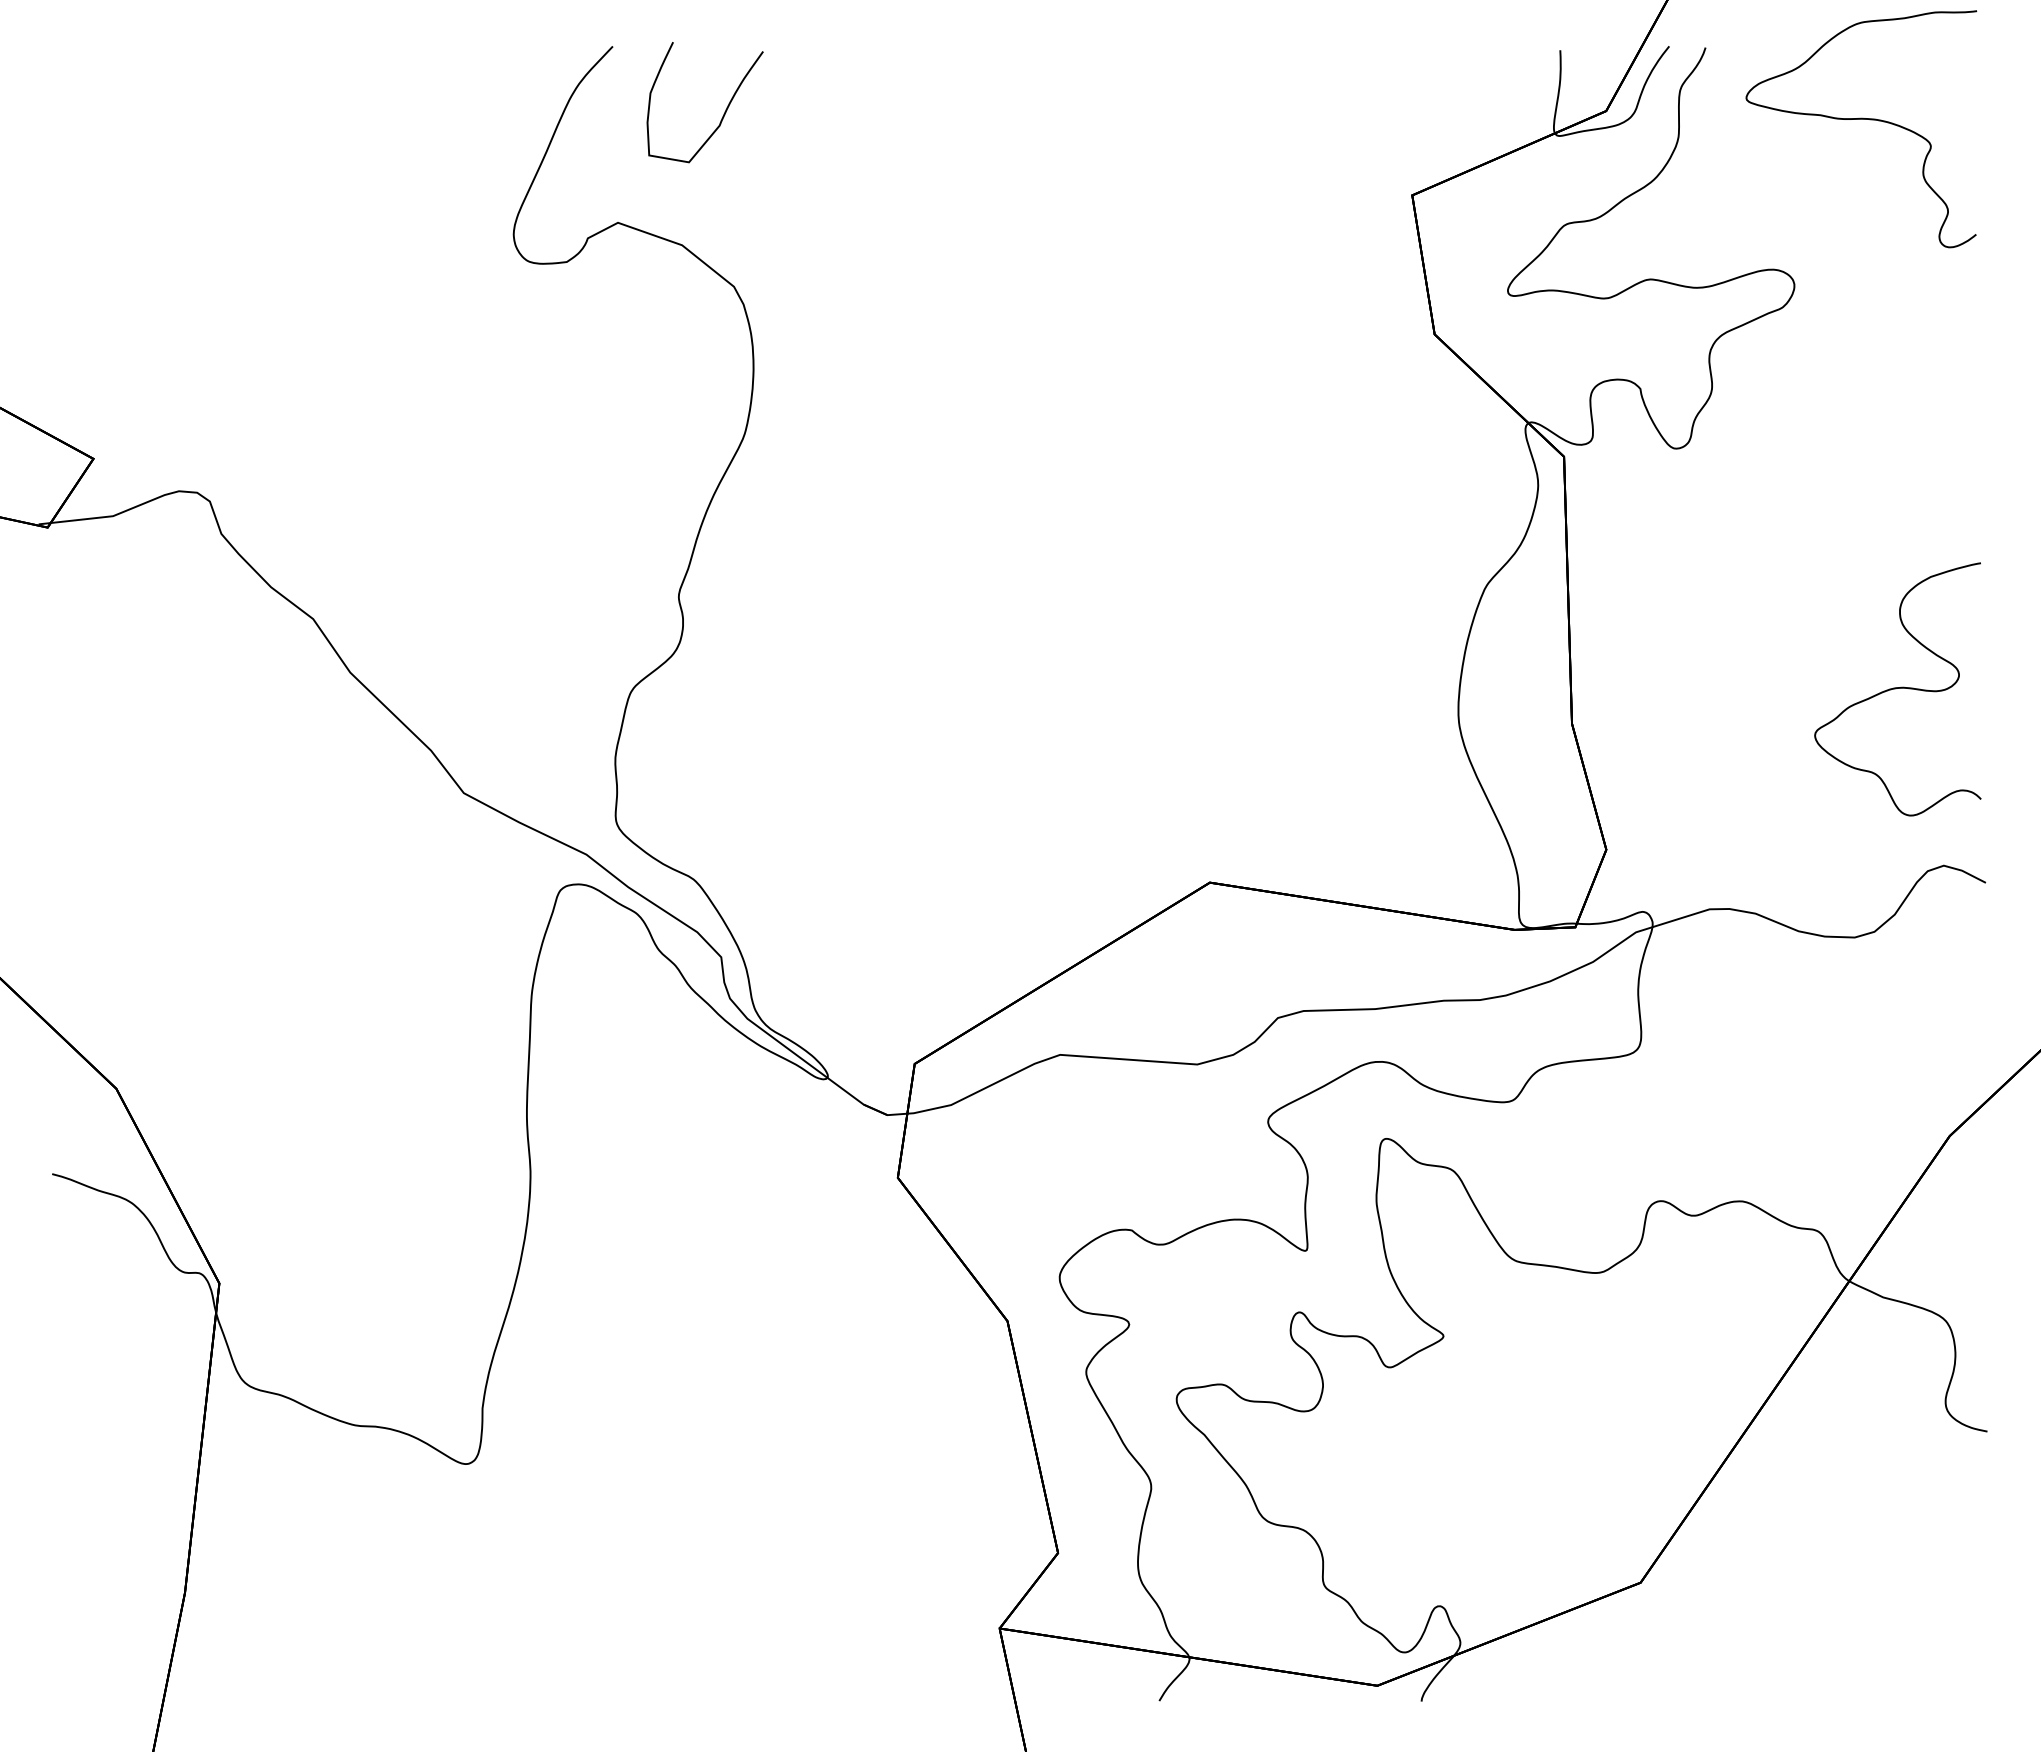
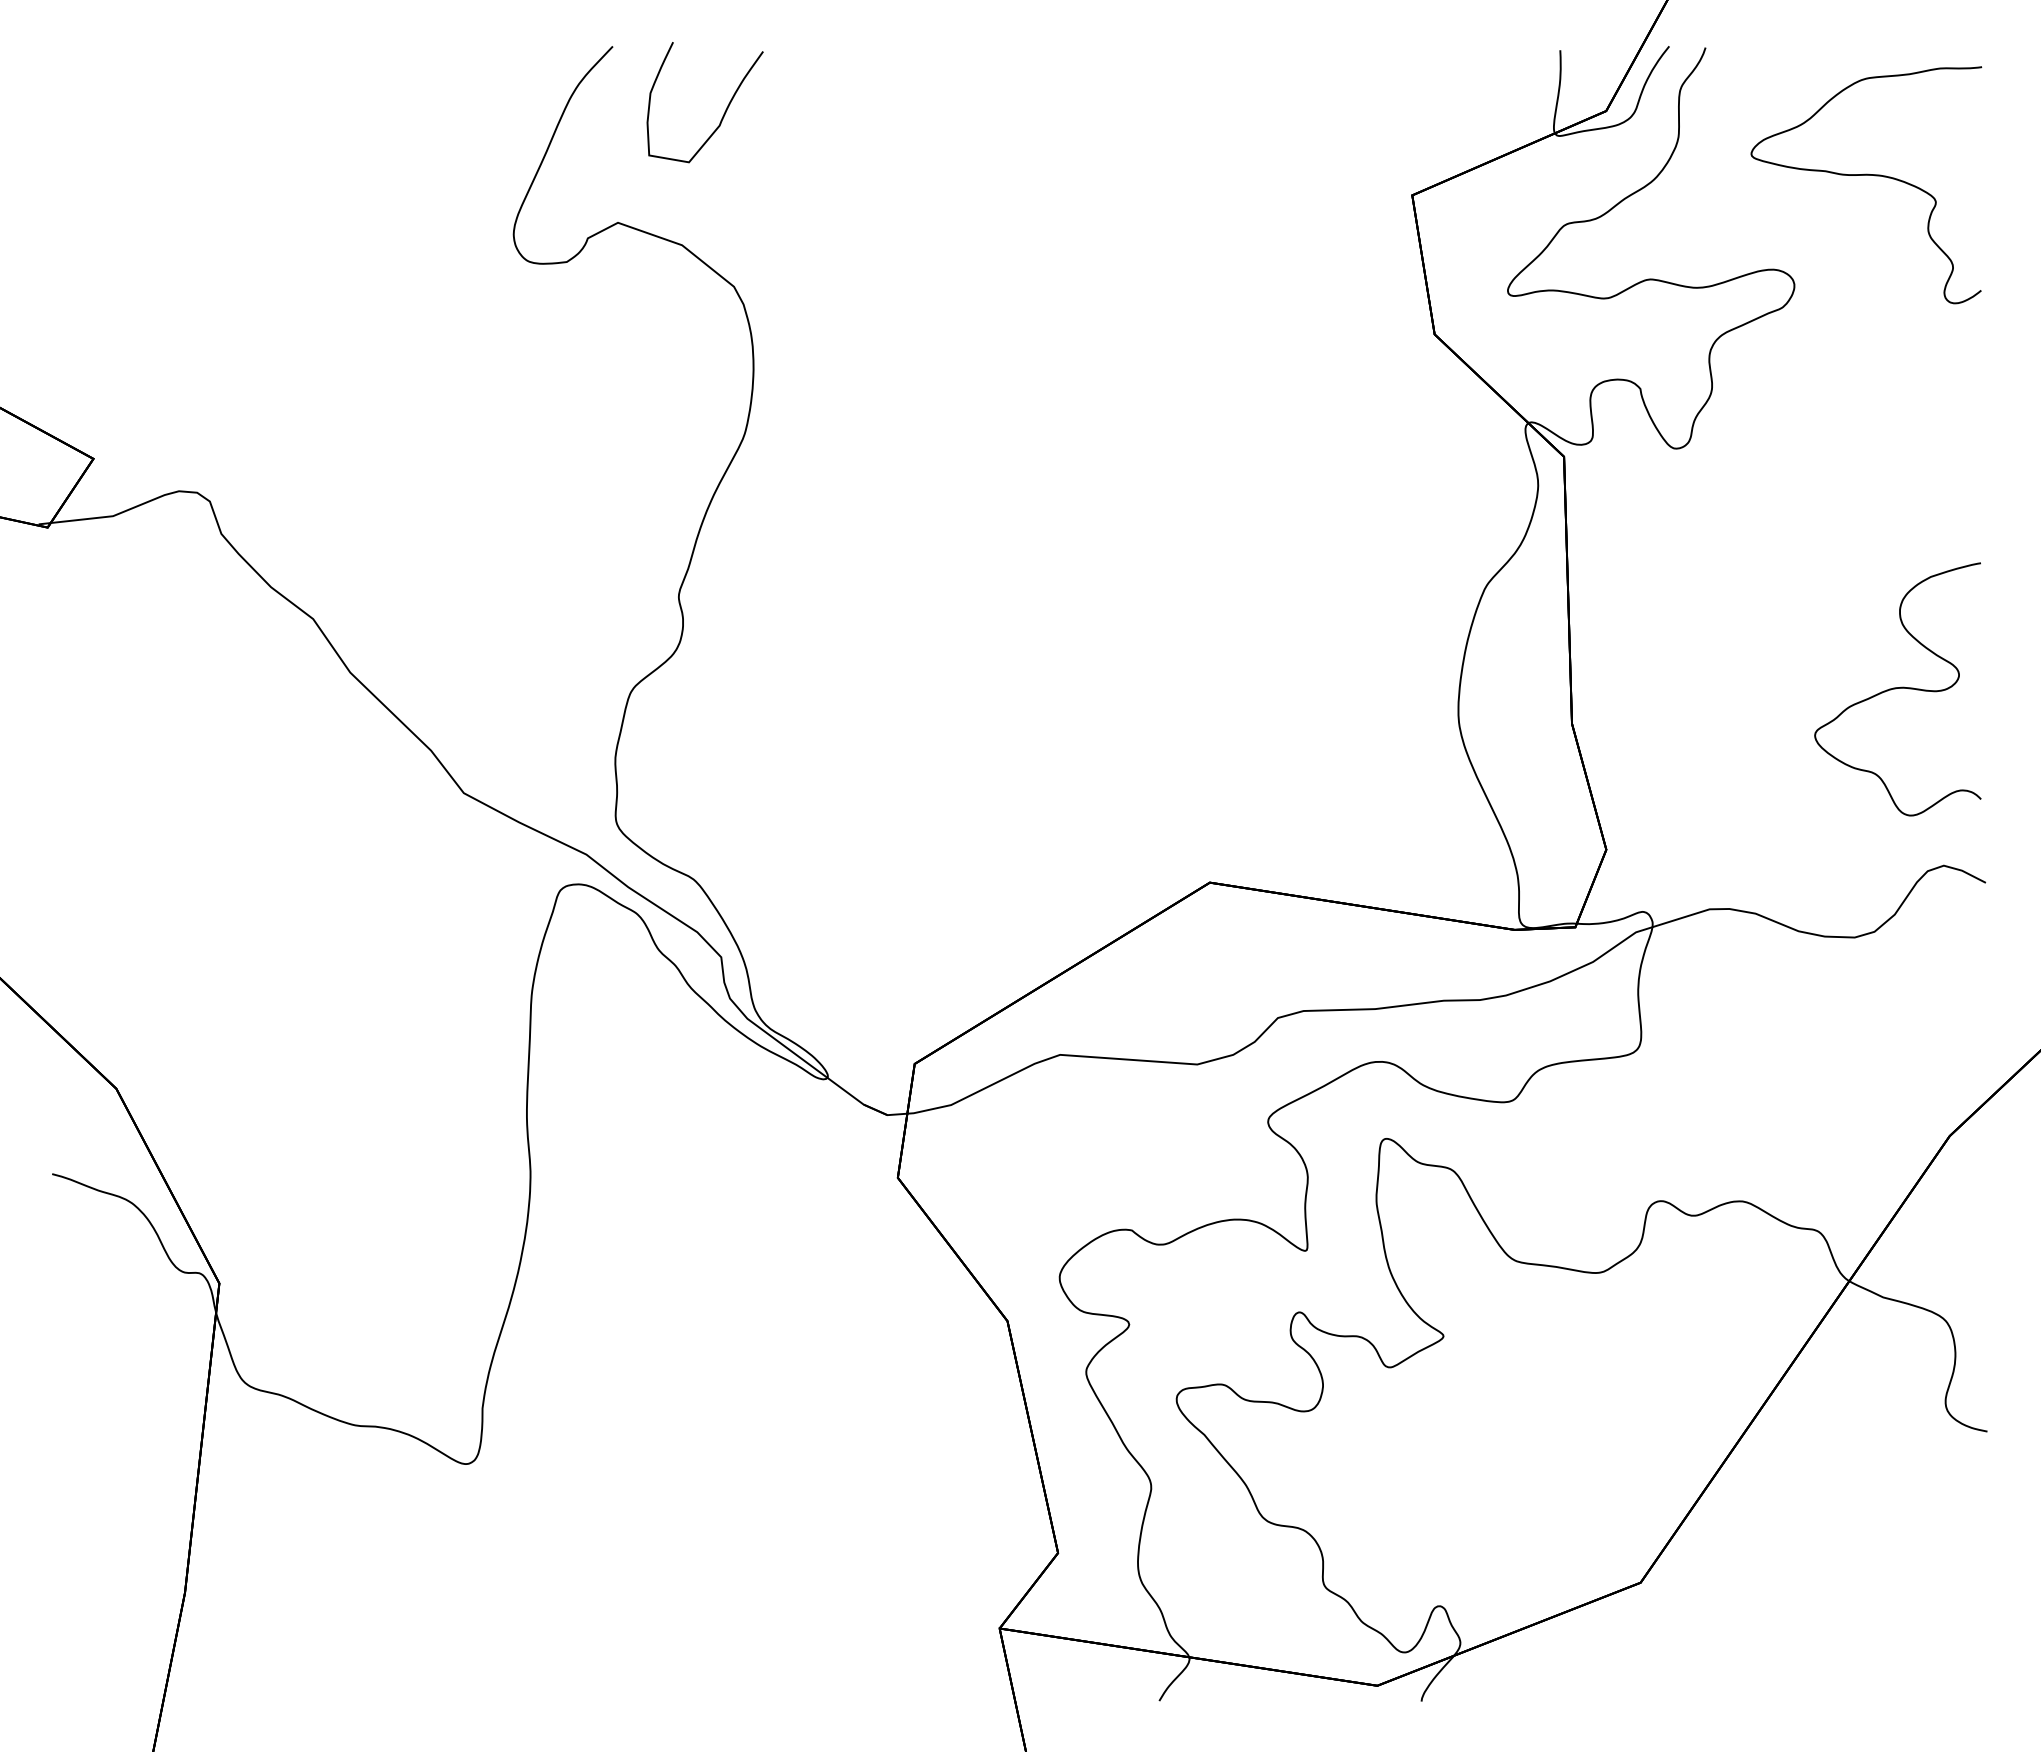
curve at (1861, 119) position: (1861, 119) -> (1866, 175)
